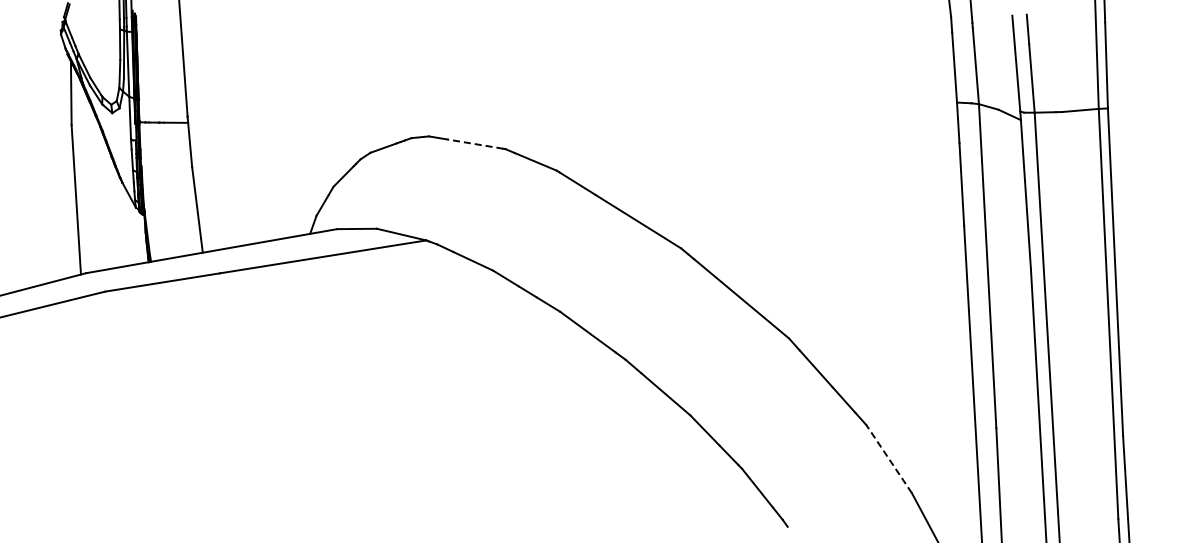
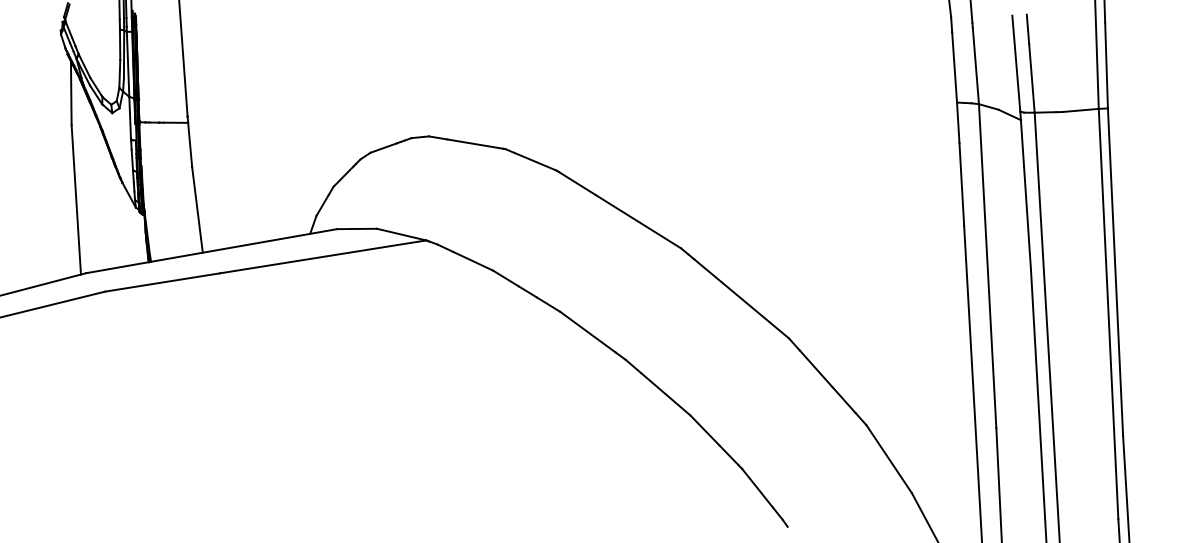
line at (474, 144): dashed -> solid
line at (889, 459): dashed -> solid
